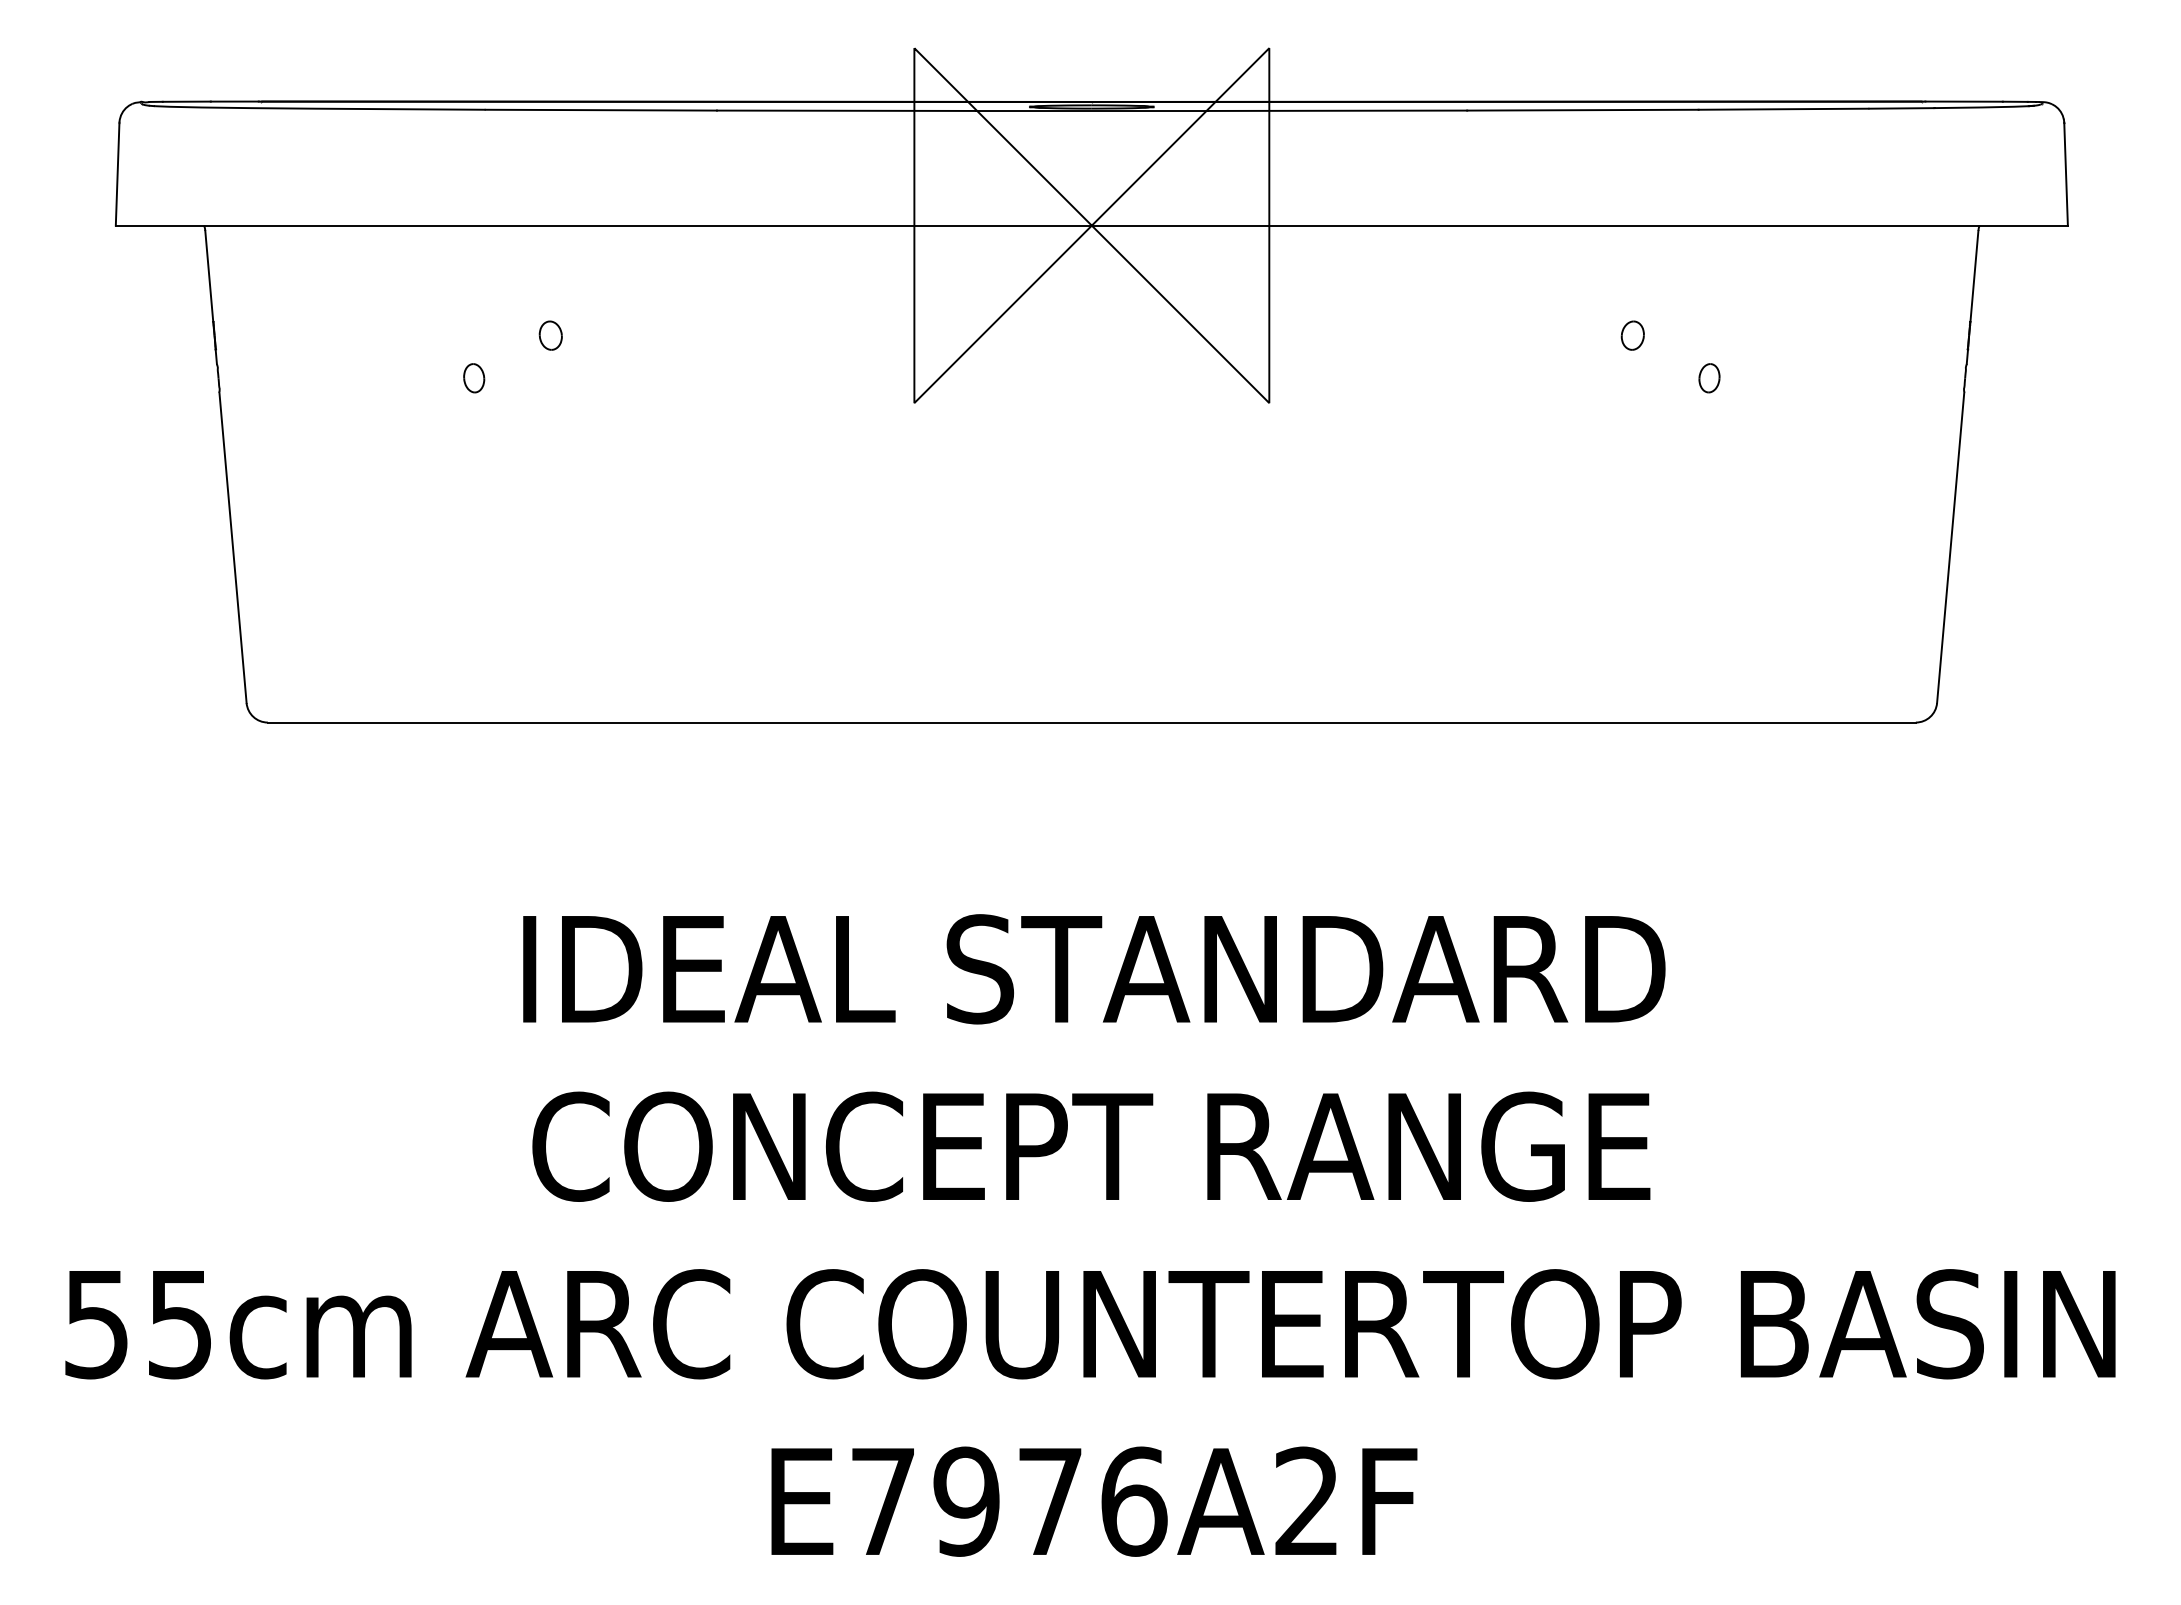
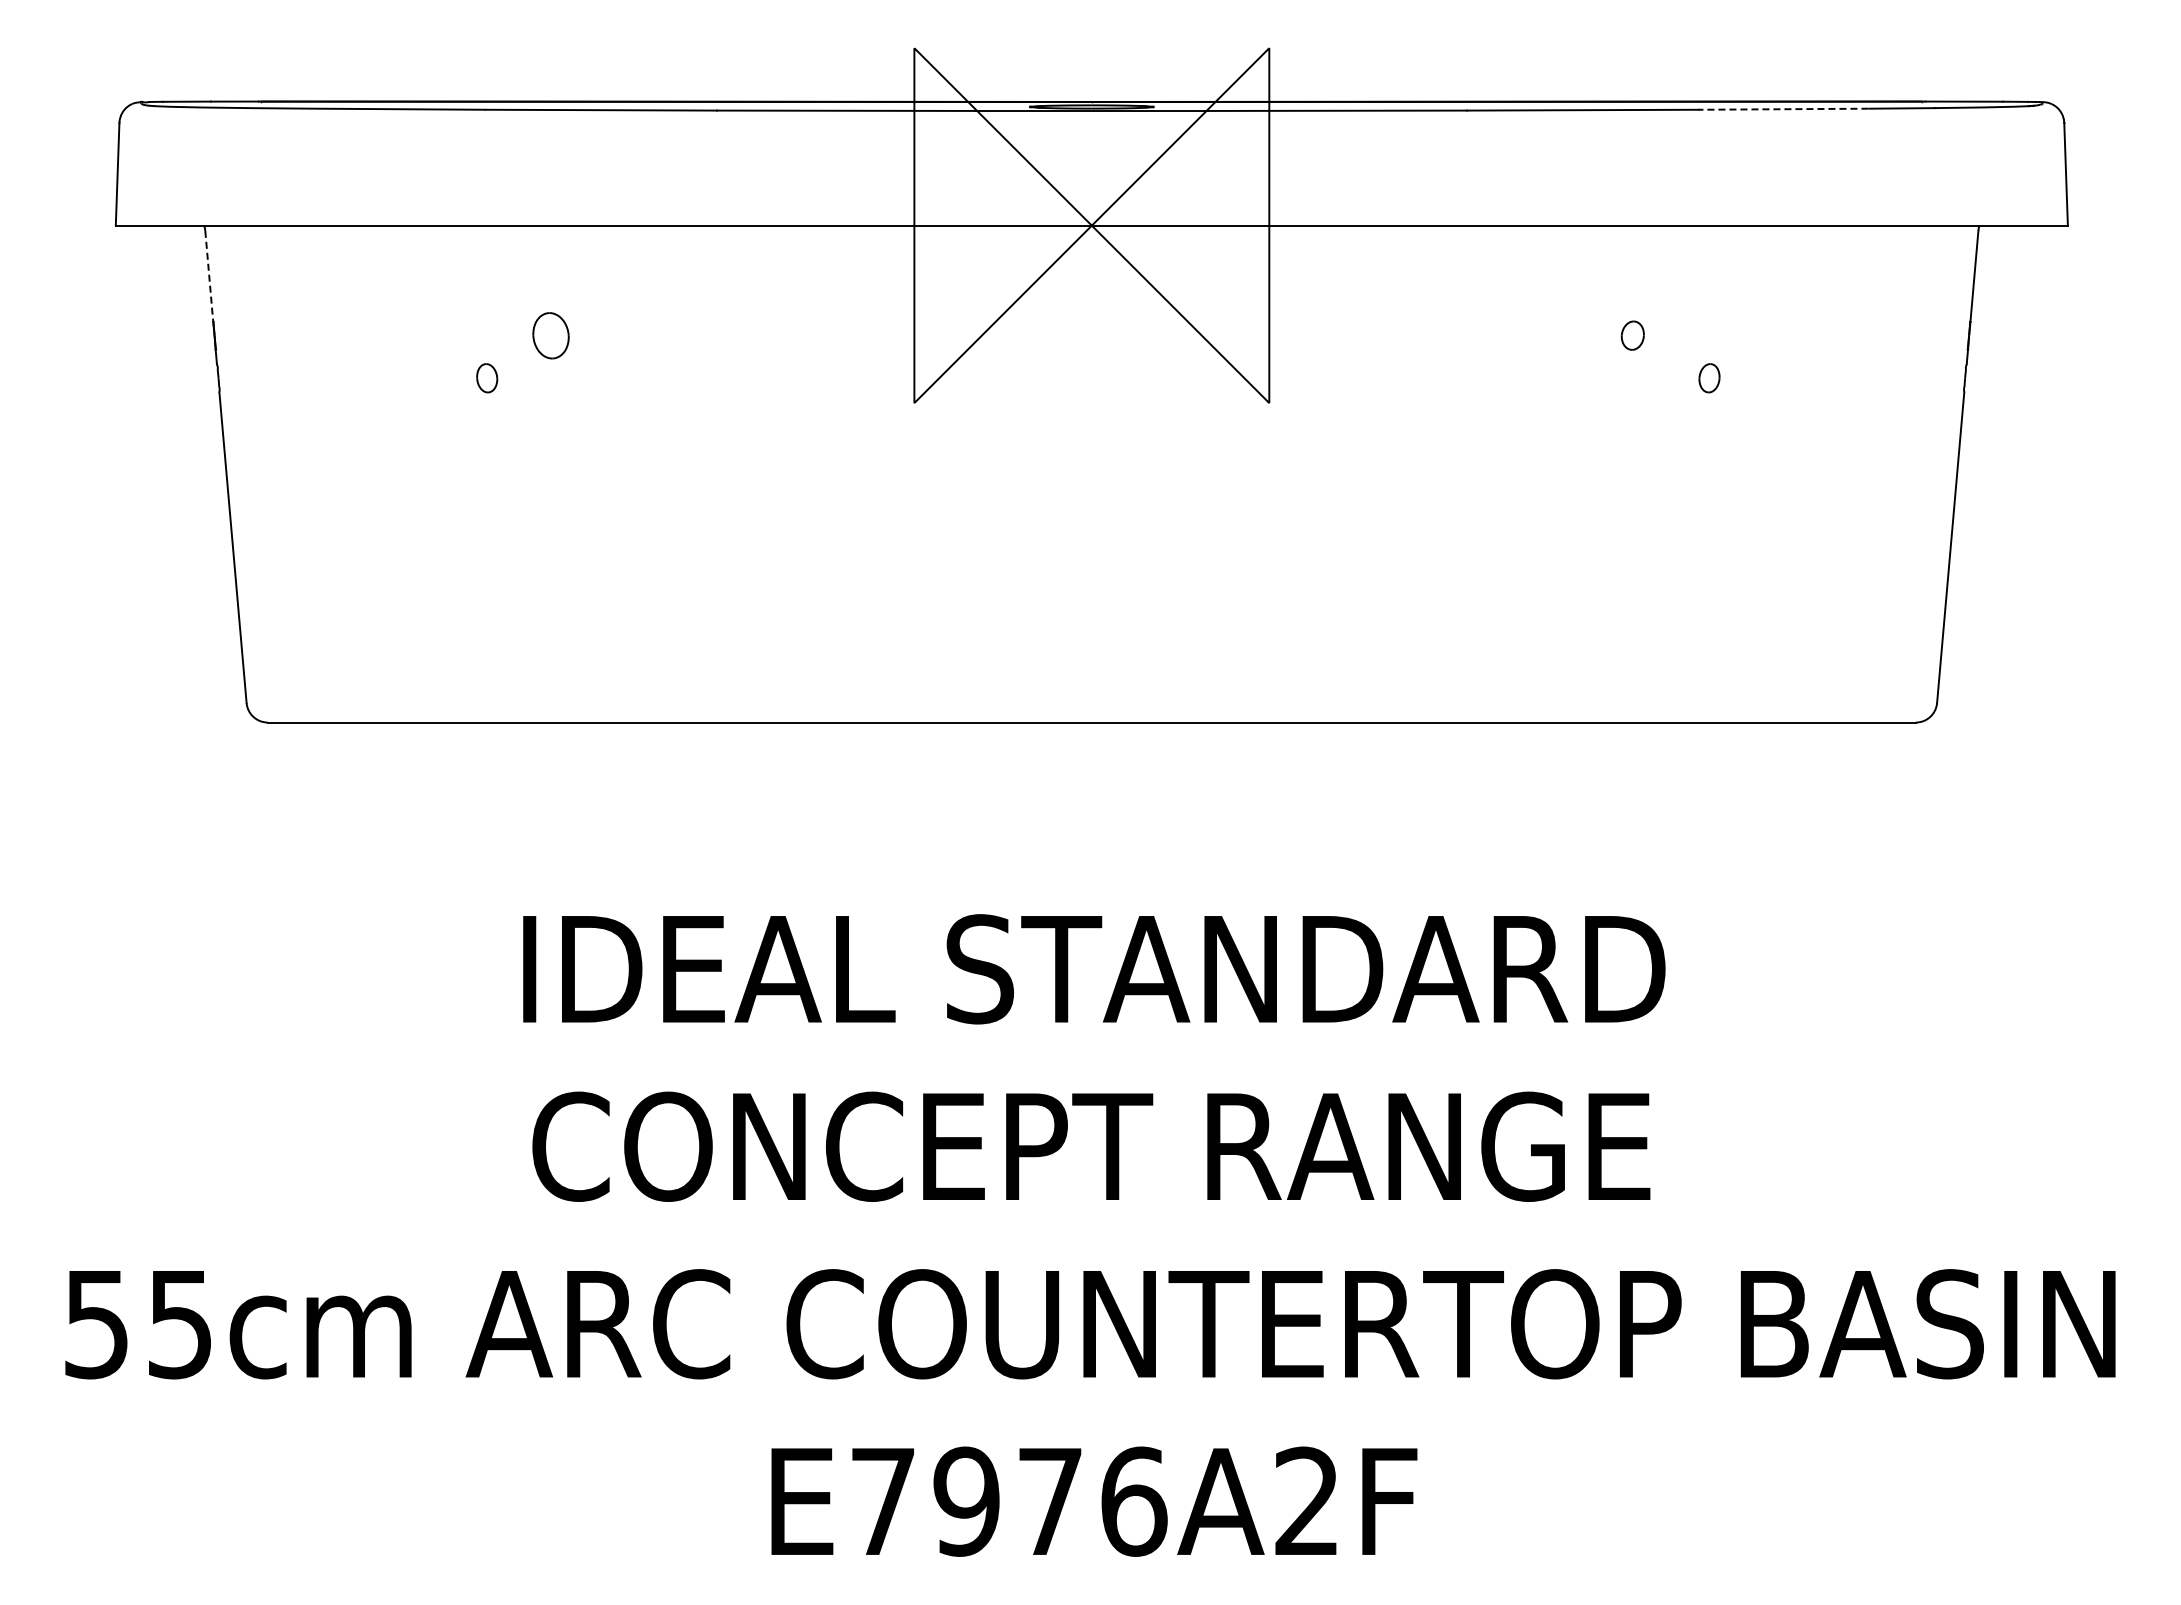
line at (1783, 109): solid -> dashed
line at (209, 276): solid -> dashed
part at (550, 335) size: 25x31 px -> 38x48 px
part at (474, 378) position: (474, 378) -> (487, 378)
